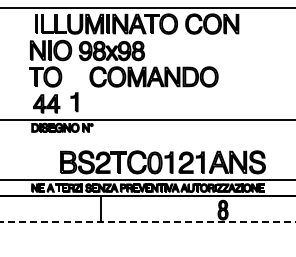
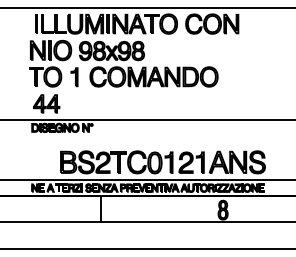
part at (74, 102) position: (74, 102) -> (74, 77)
line at (147, 222): dashed -> solid
line at (147, 248): none -> present
